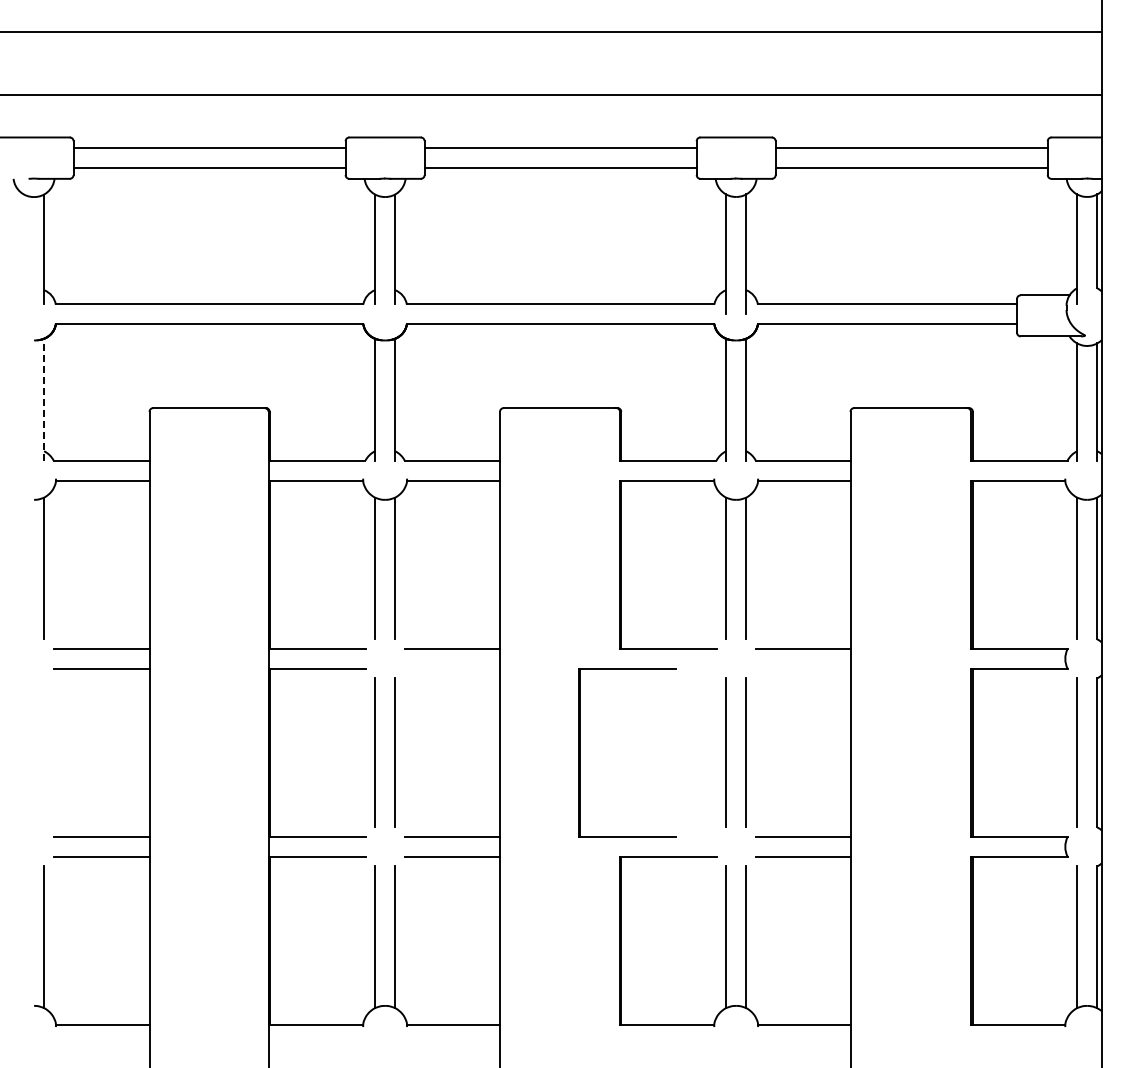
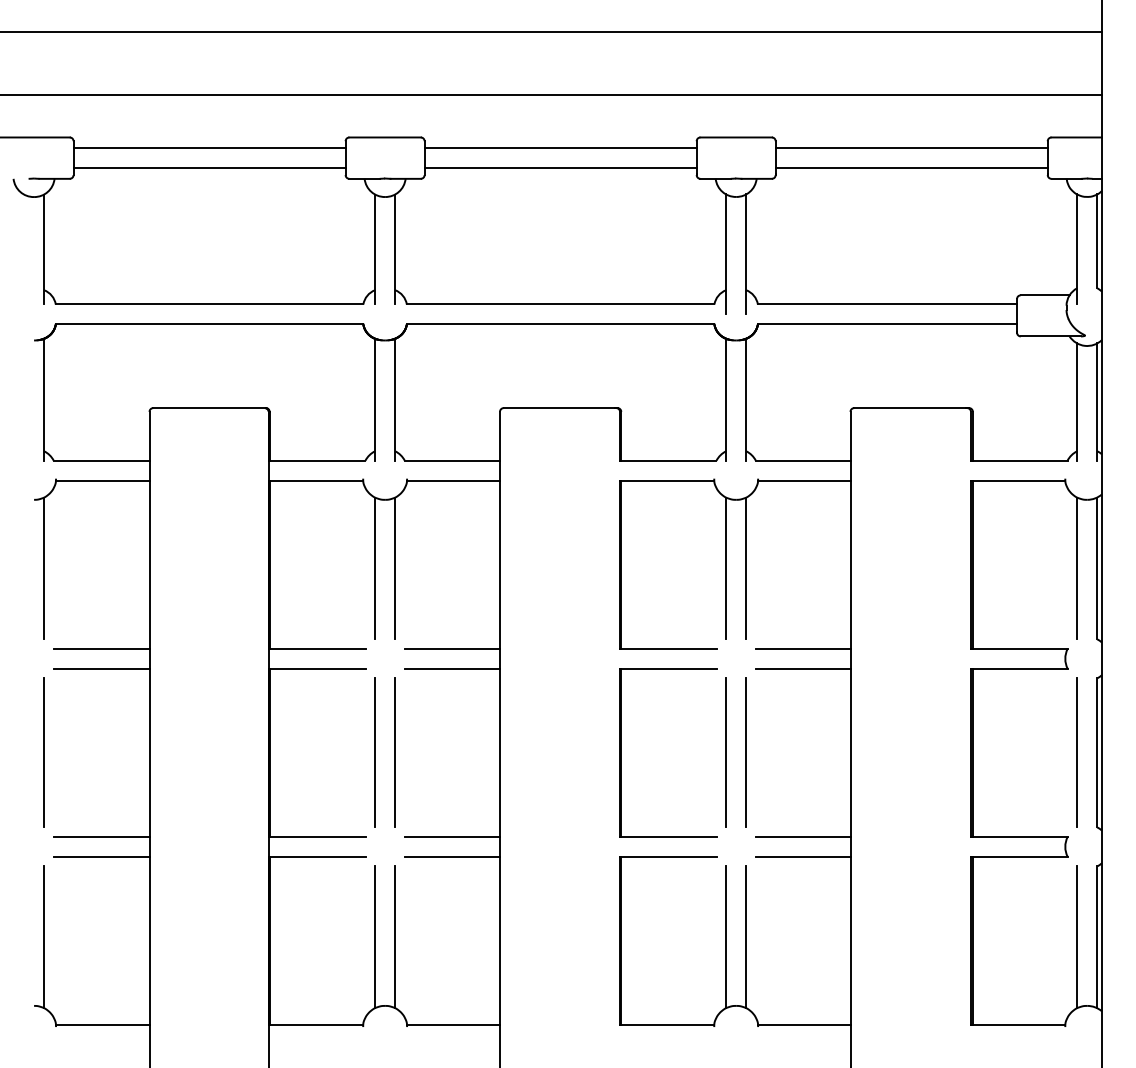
line at (44, 399): dashed -> solid
line at (452, 668): none -> present
line at (802, 668): none -> present
line at (43, 752): none -> present
part at (580, 752) position: (580, 752) -> (621, 752)
